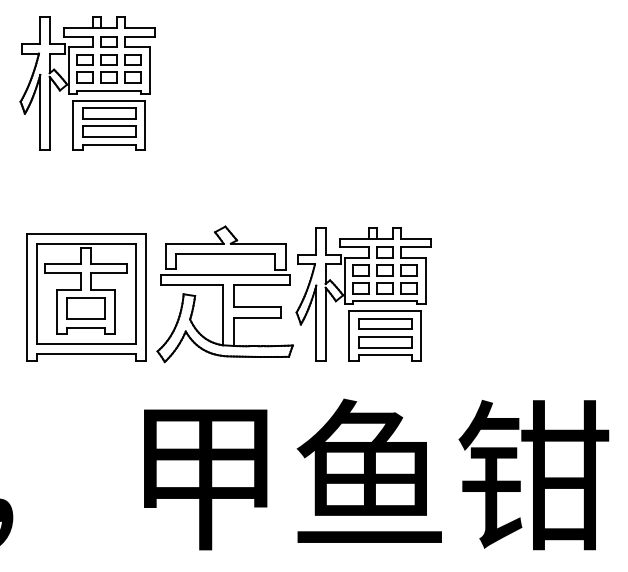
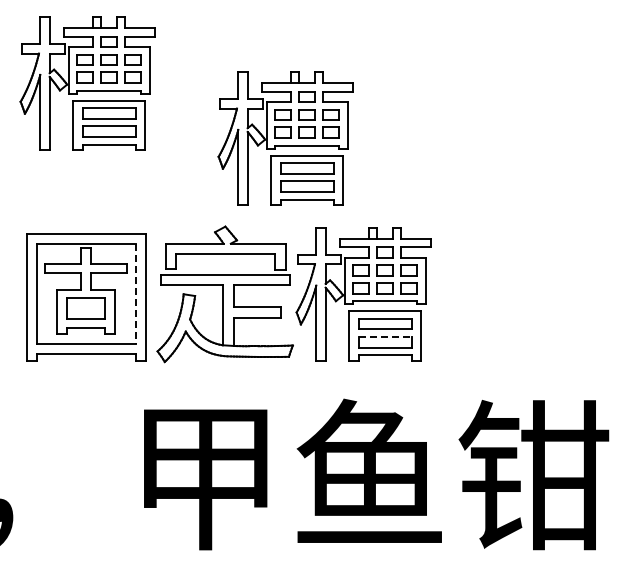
part at (285, 138): none -> present
line at (135, 294): solid -> dashed
line at (385, 337): solid -> dashed
